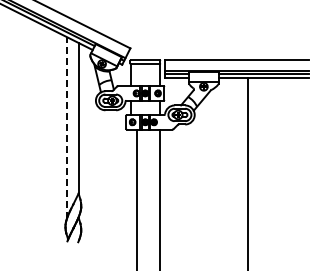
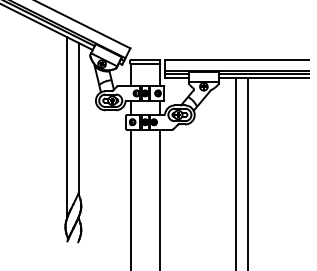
line at (66, 127): dashed -> solid
line at (235, 172): none -> present
line at (136, 198) position: (136, 198) -> (130, 198)
